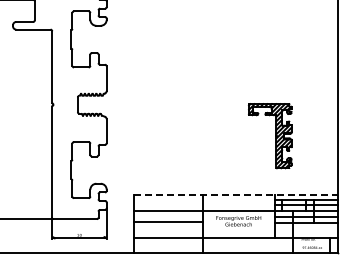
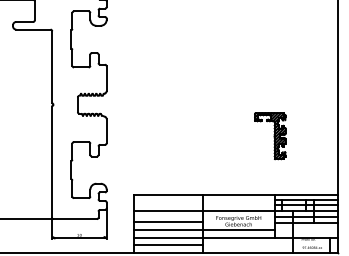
part at (270, 136) size: 45x67 px -> 33x49 px
line at (236, 194): dashed -> solid
line at (204, 229): none -> present
line at (168, 245): none -> present
